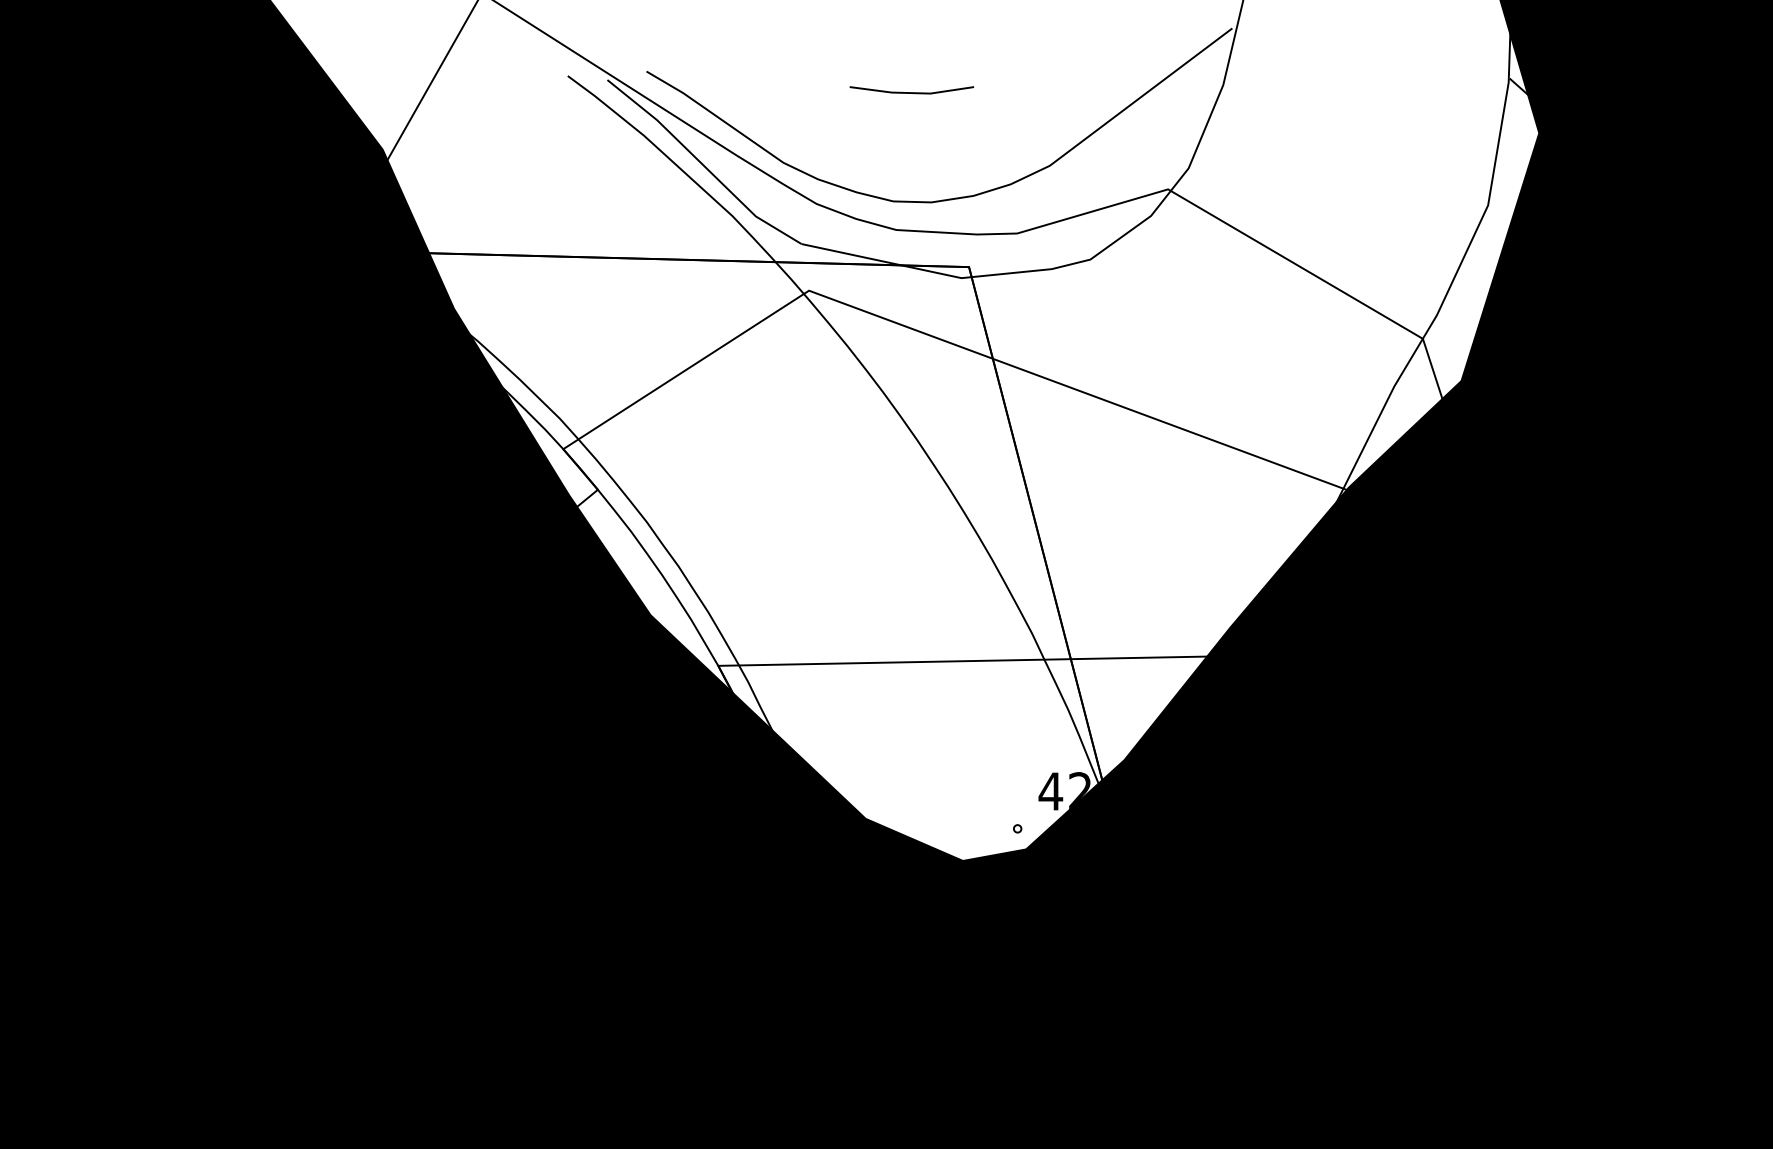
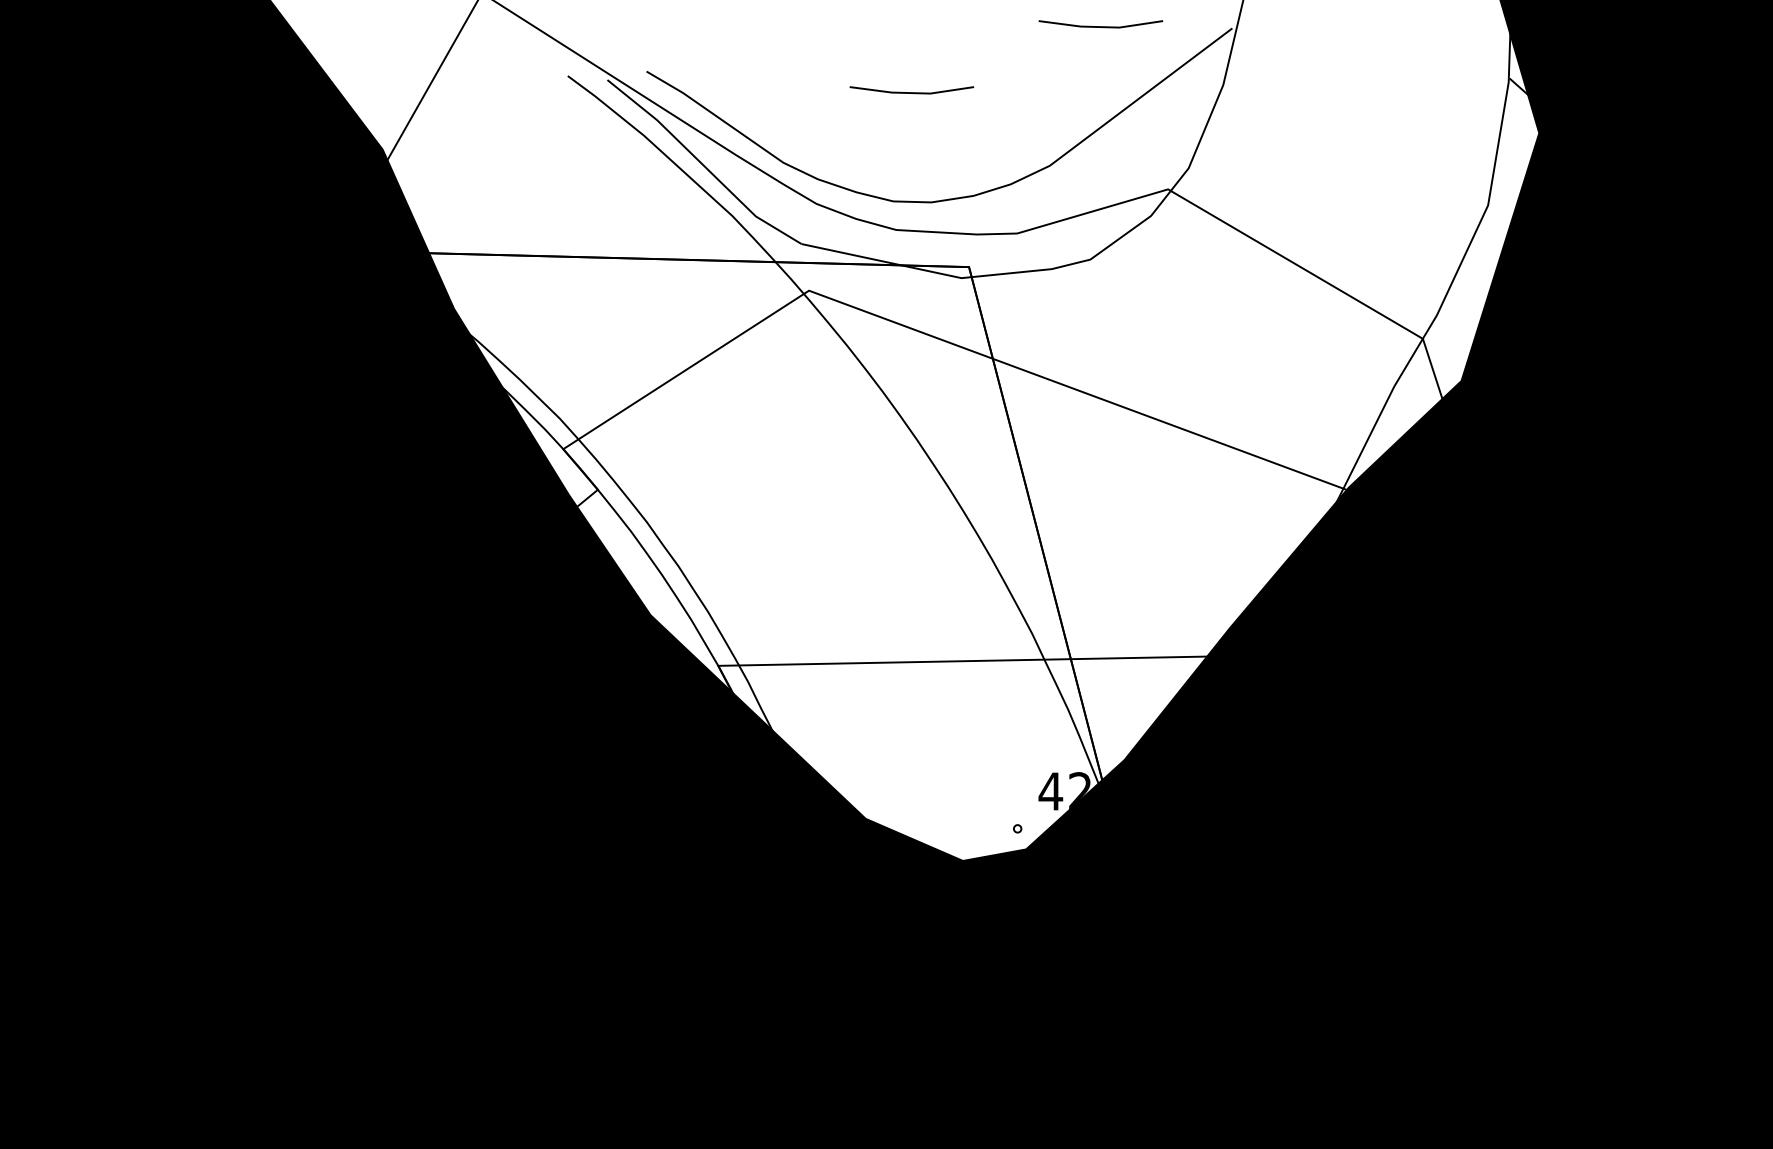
line at (1100, 26): none -> present
